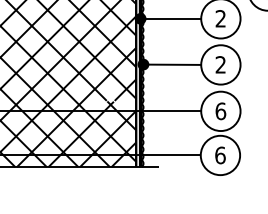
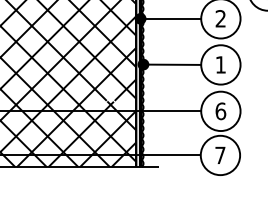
text at (220, 64): 2 -> 1
text at (220, 155): 6 -> 7
